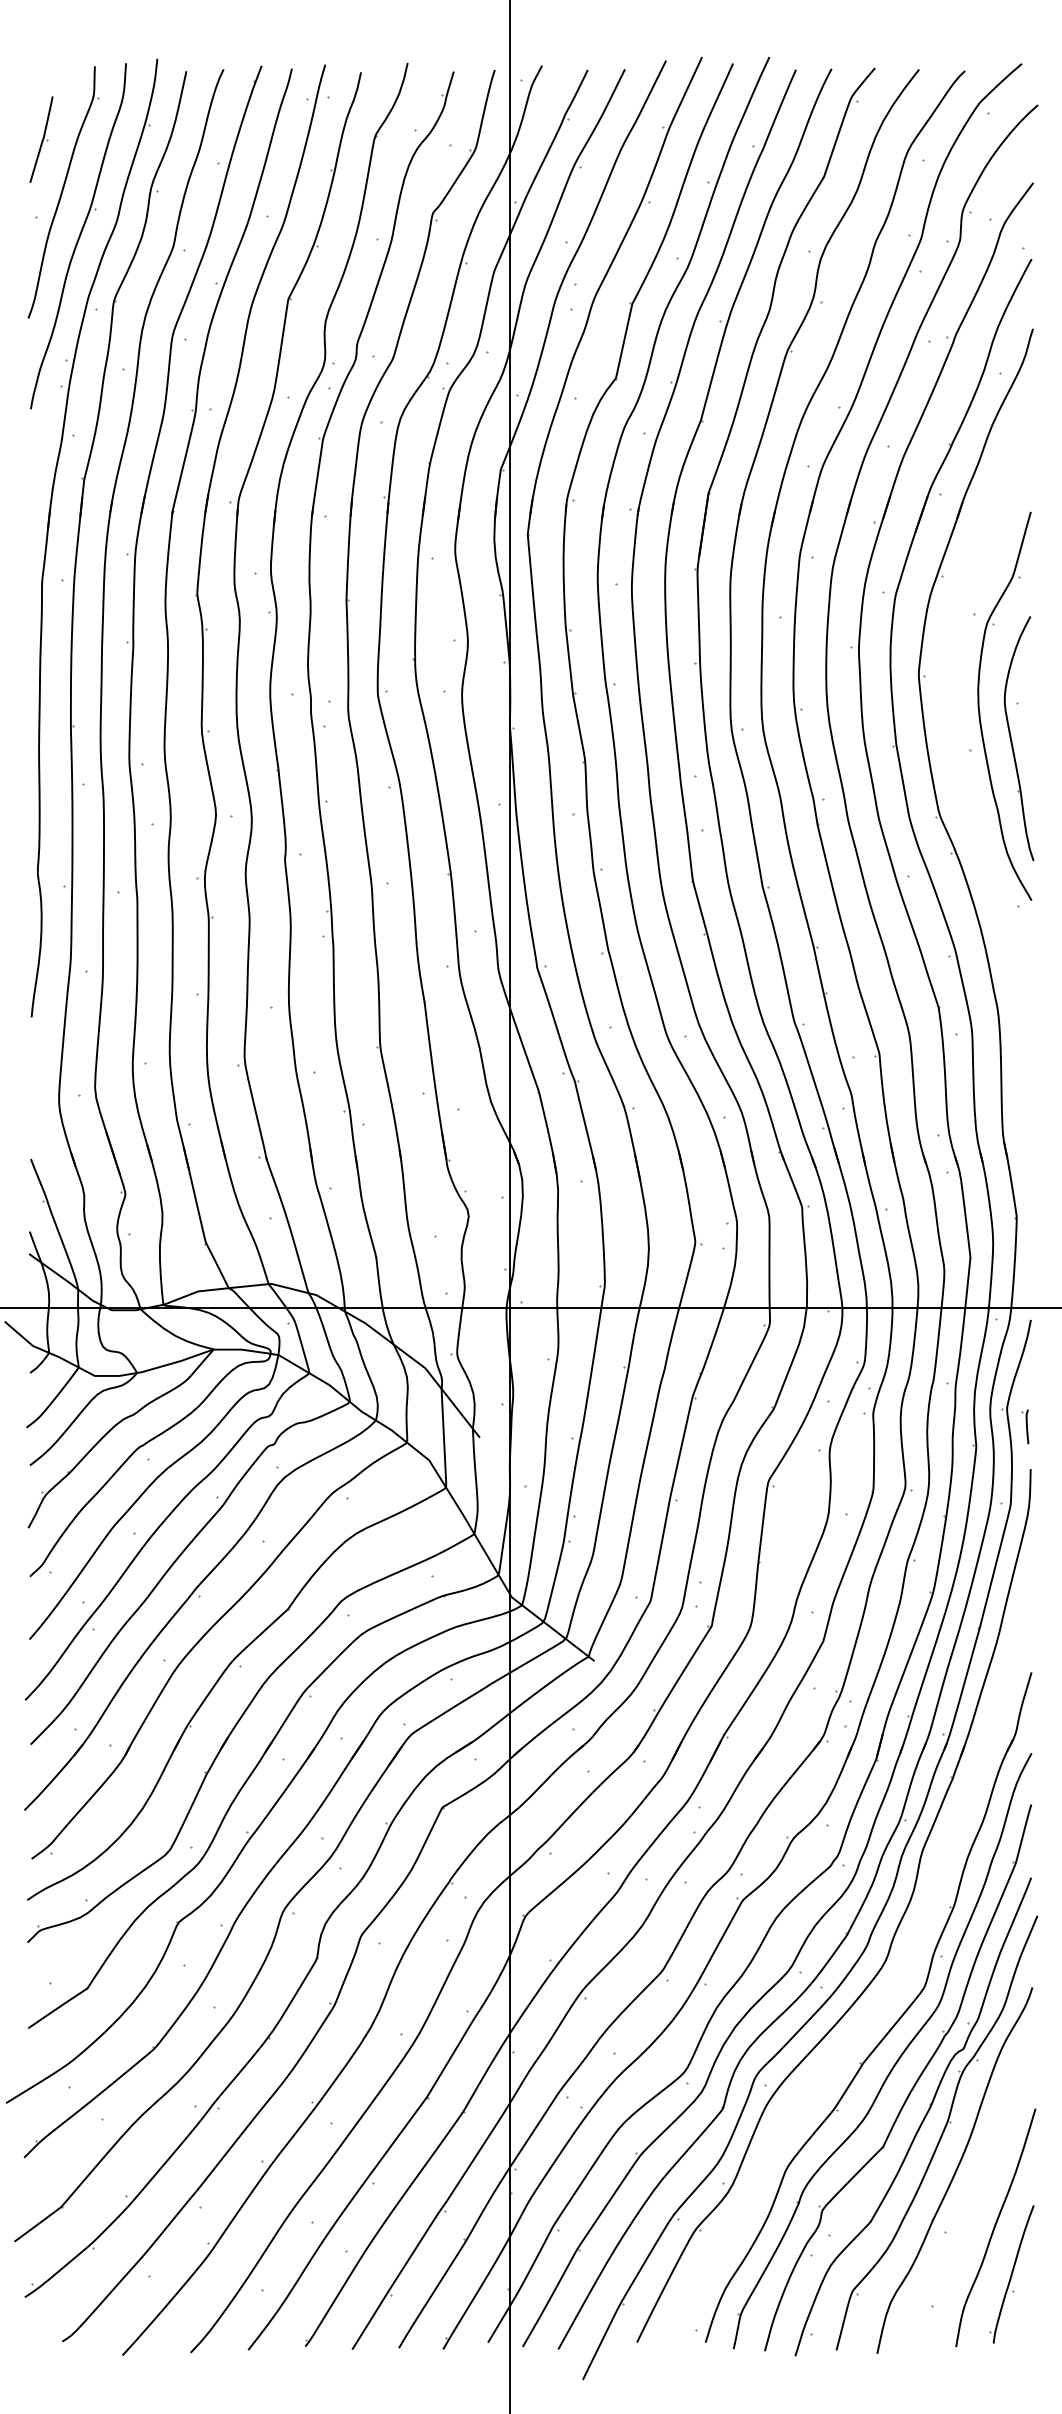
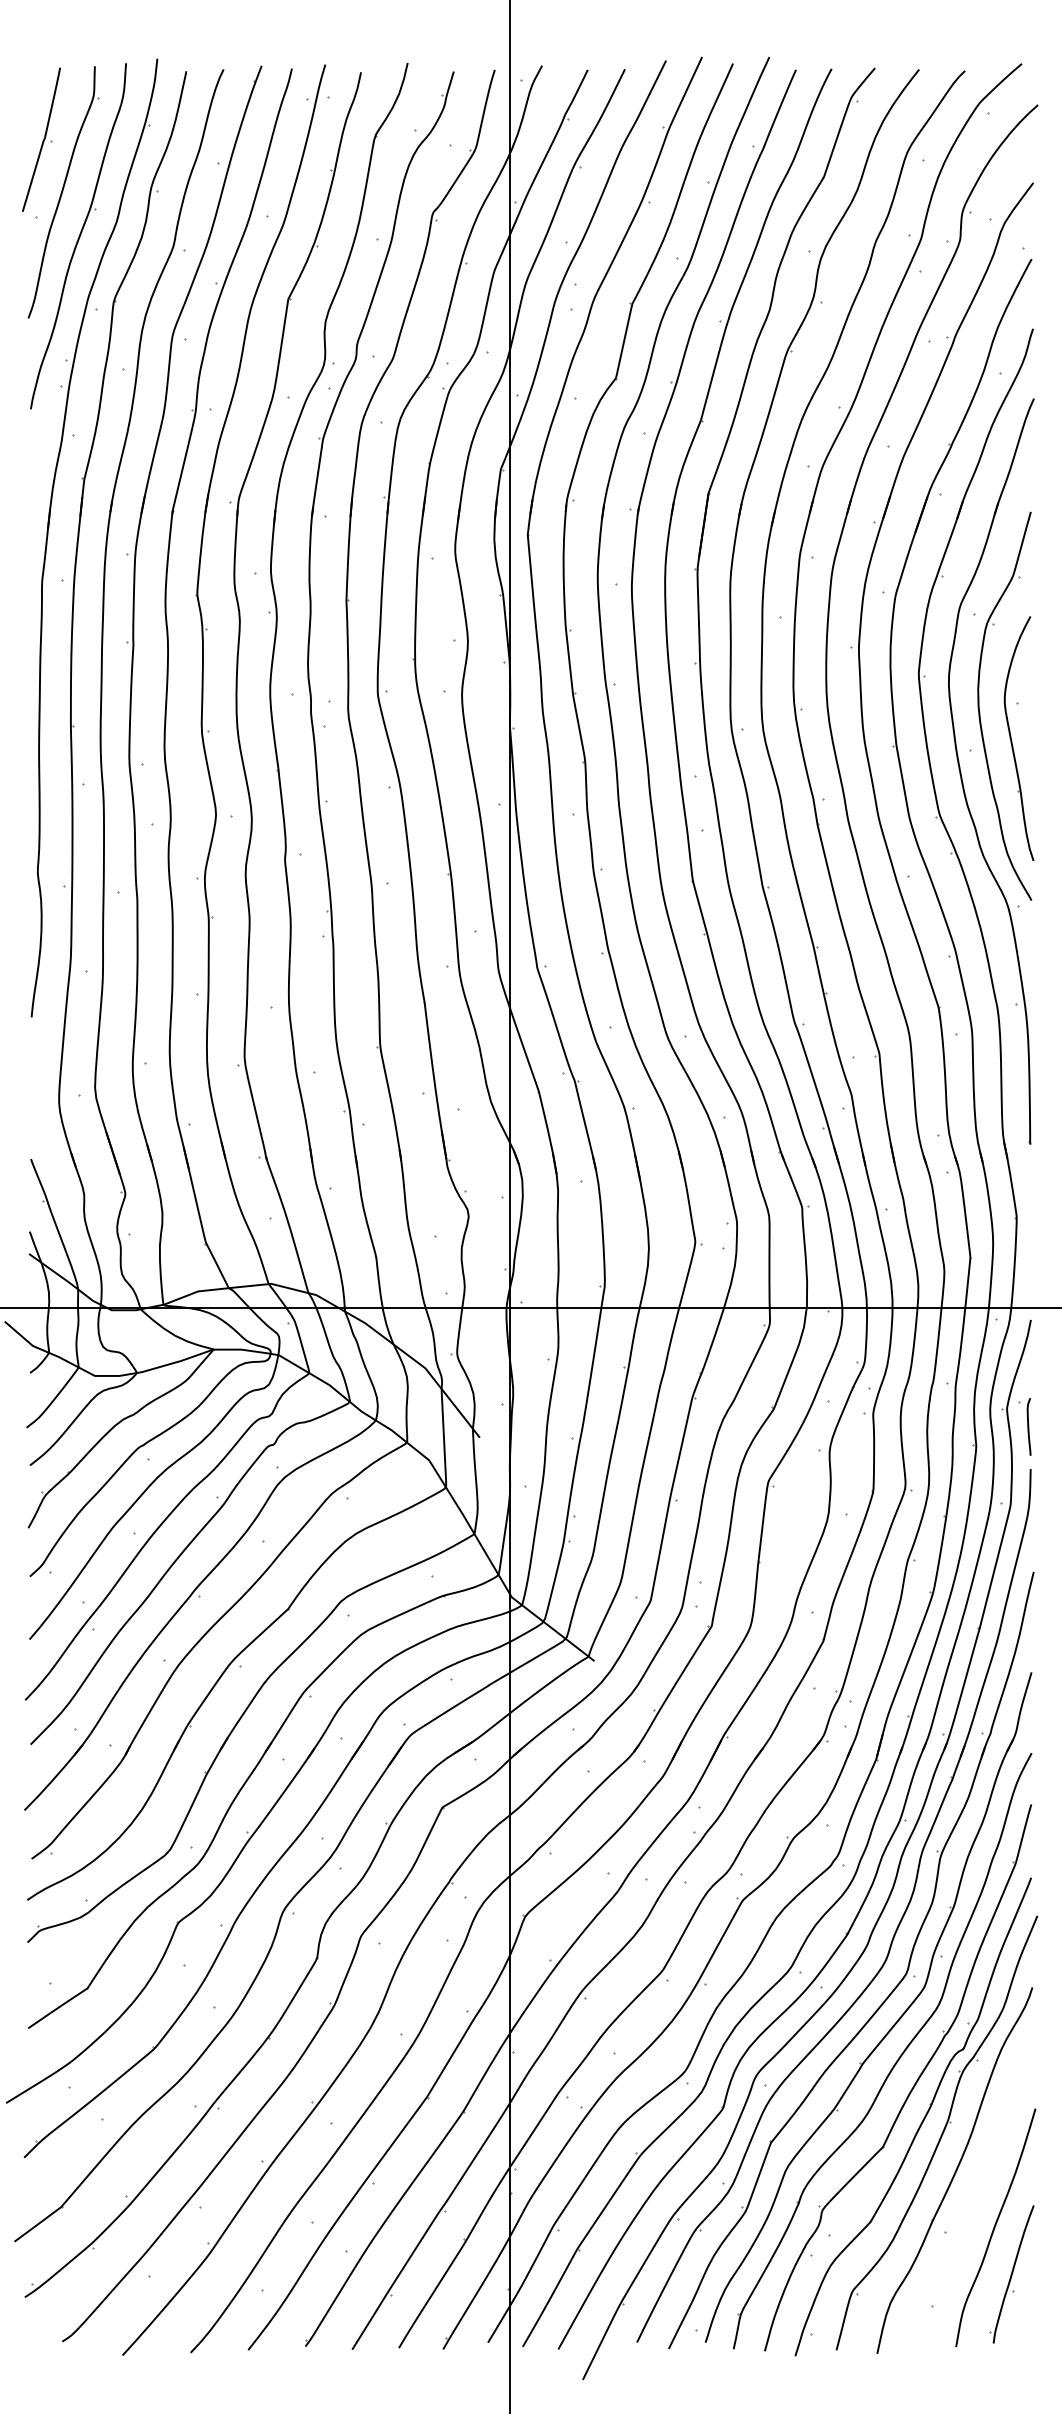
part at (41, 139) size: 25x87 px -> 39x145 px
part at (962, 777): none -> present
part at (1025, 1426) size: 9x36 px -> 14x58 px
part at (889, 1993): none -> present
